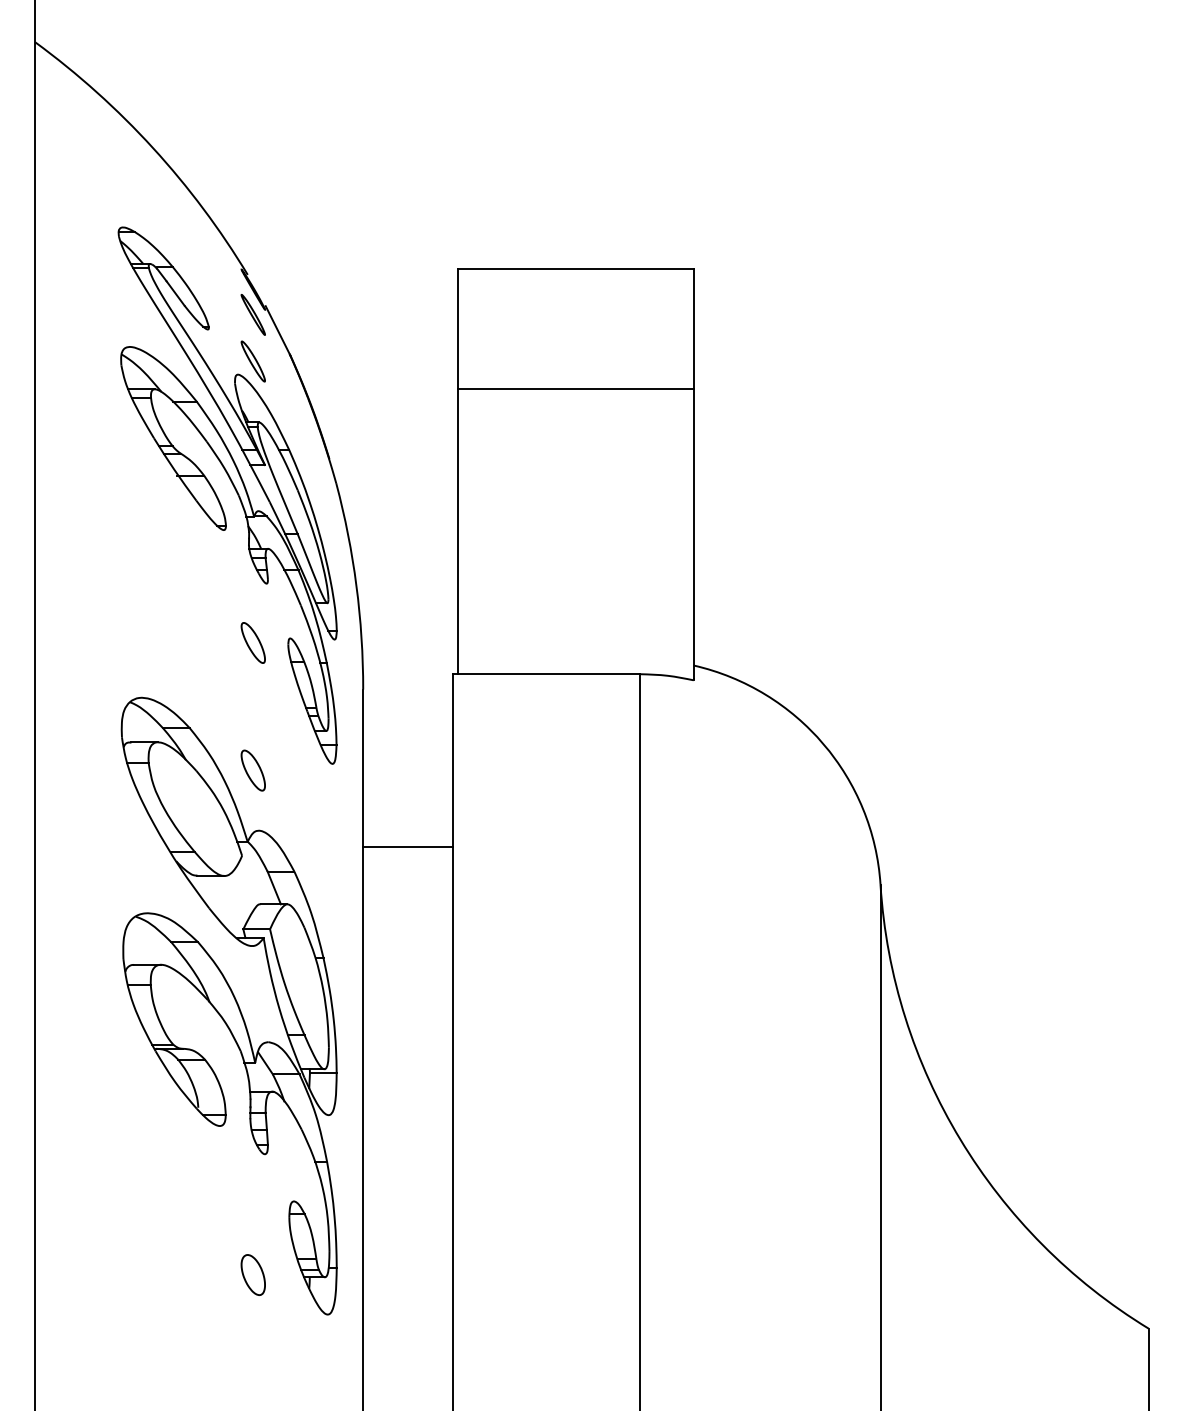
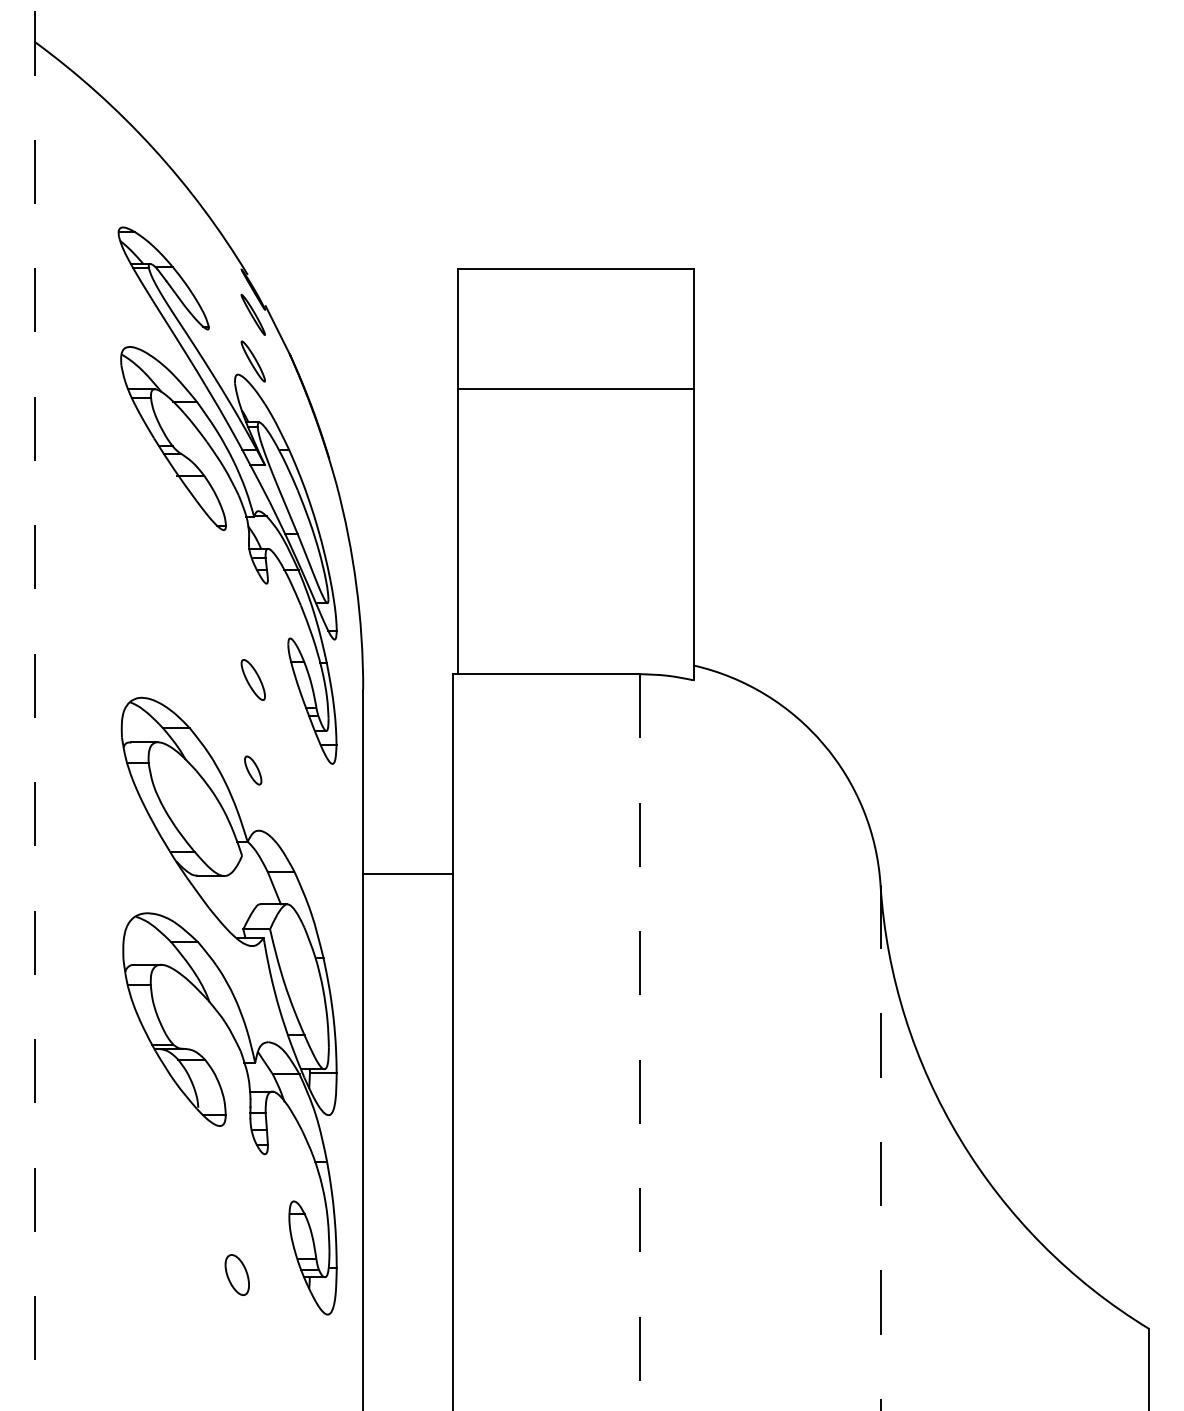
part at (252, 642) position: (252, 642) -> (252, 679)
line at (35, 705): solid -> dashed
part at (252, 770) size: 26x43 px -> 19x31 px
line at (407, 846) position: (407, 846) -> (407, 873)
line at (640, 1042): solid -> dashed
line at (880, 1147): solid -> dashed
part at (252, 1274) position: (252, 1274) -> (236, 1274)
